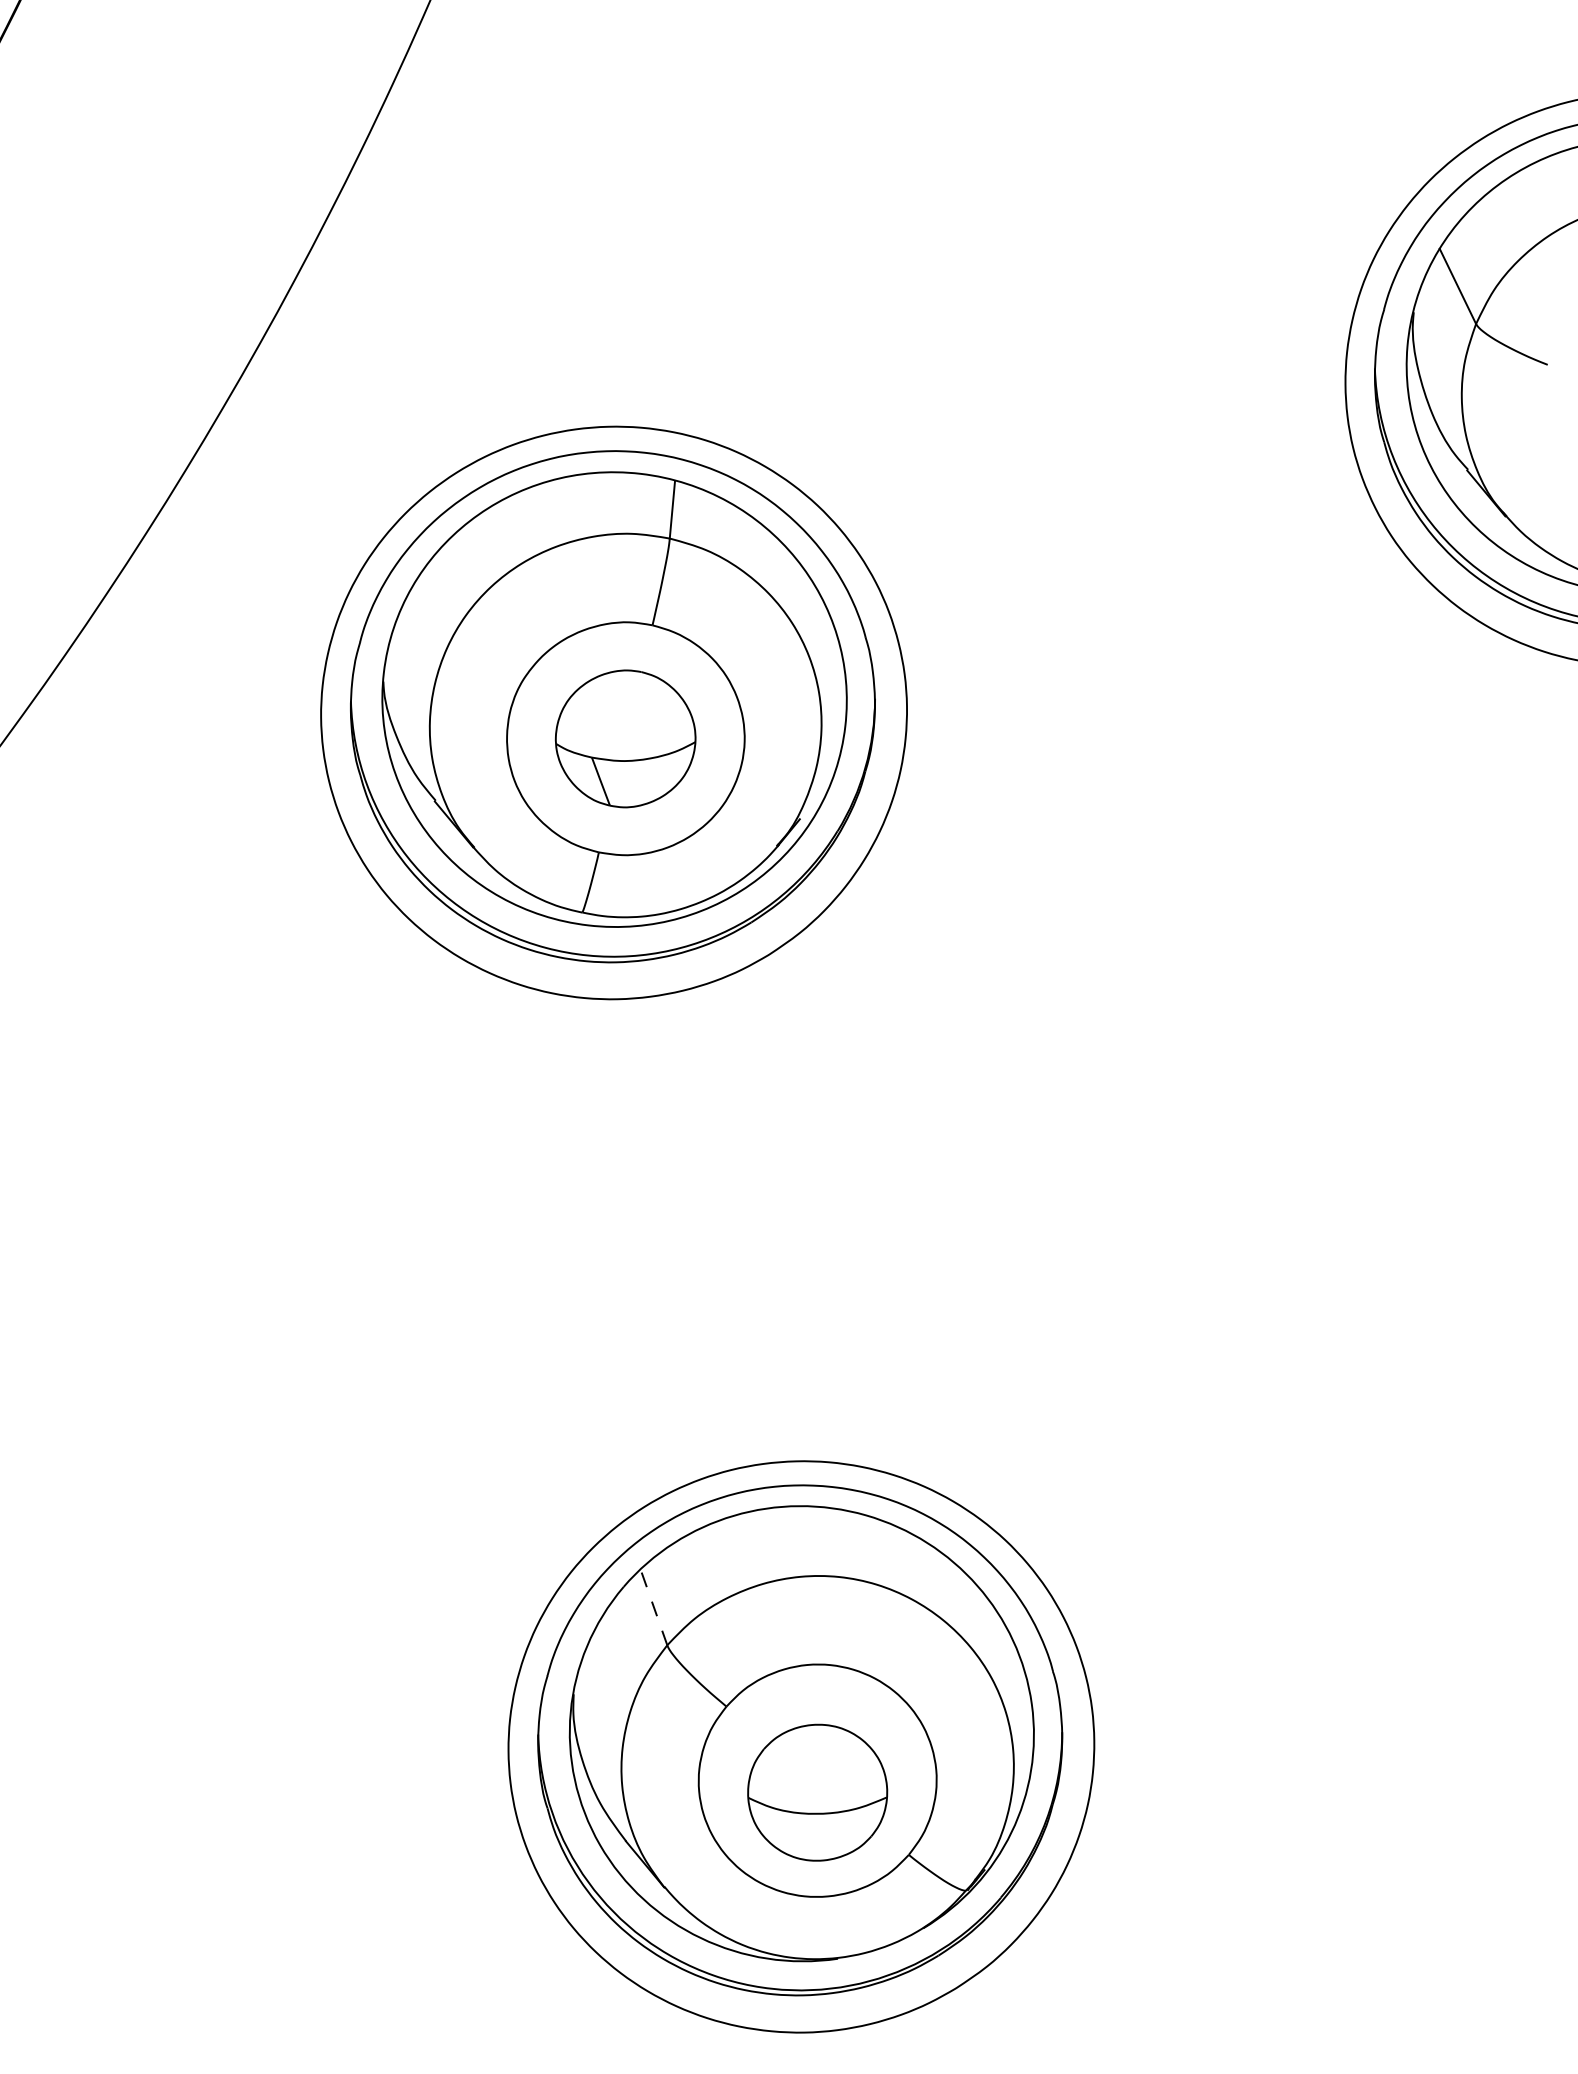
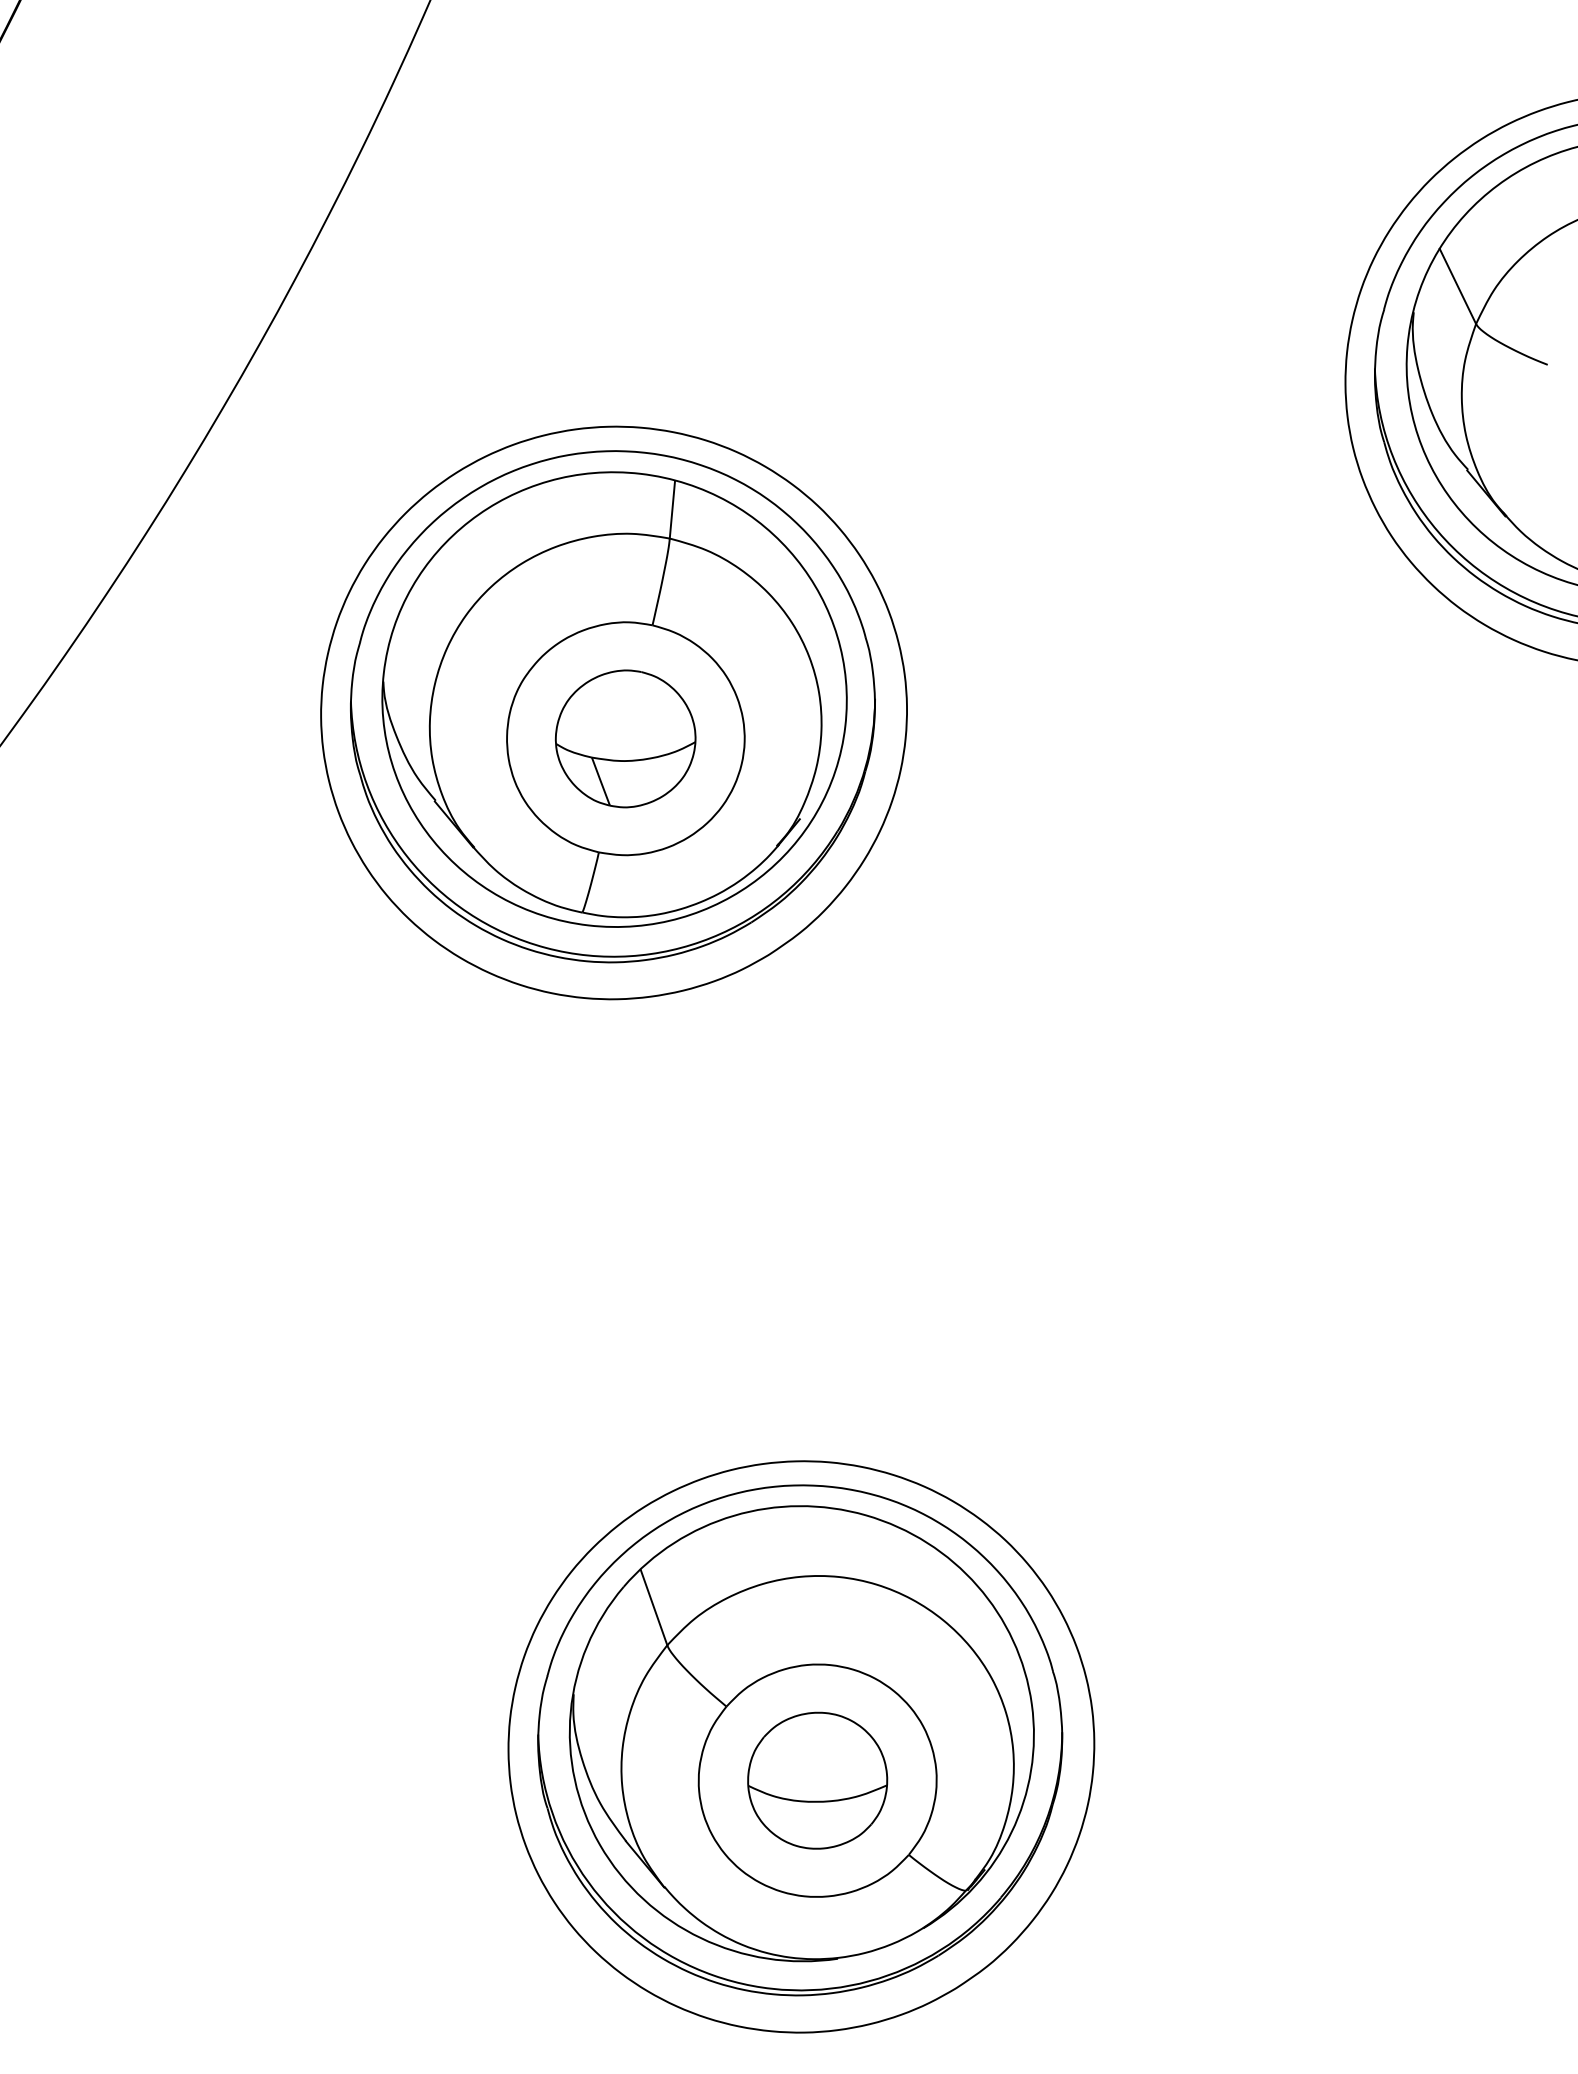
line at (654, 1607): dashed -> solid
part at (817, 1792) position: (817, 1792) -> (817, 1780)
